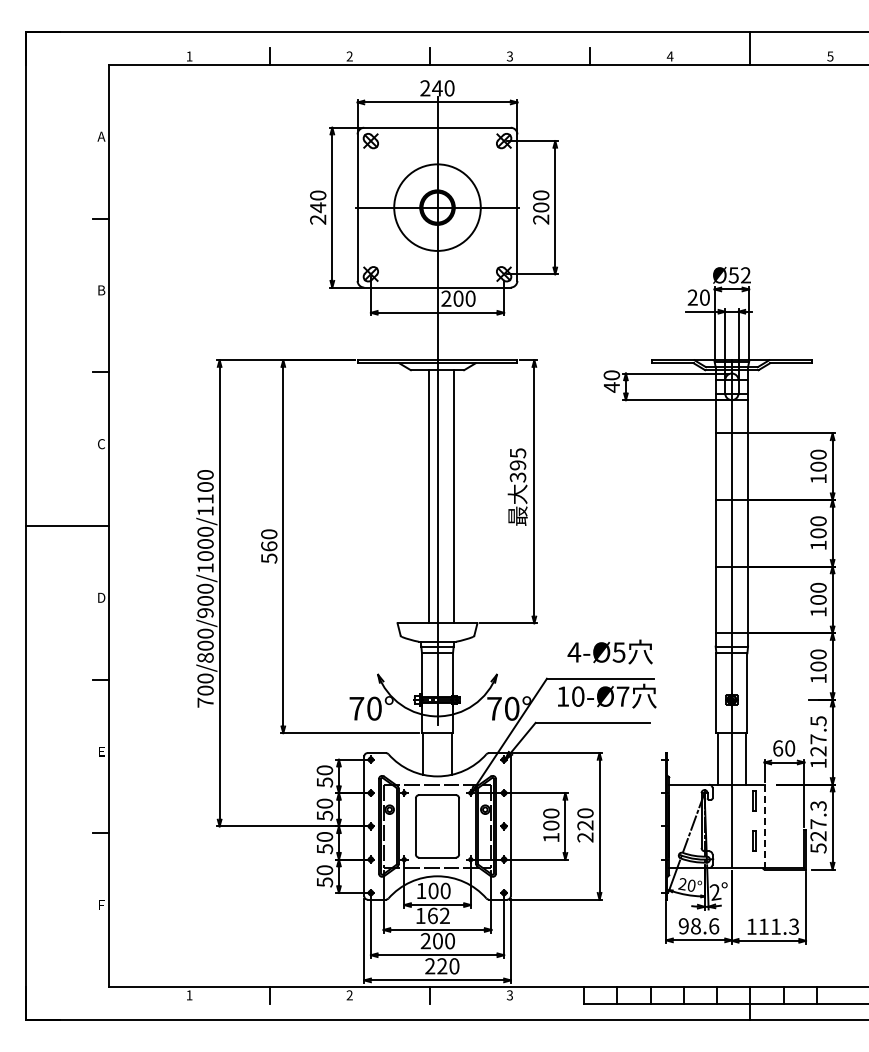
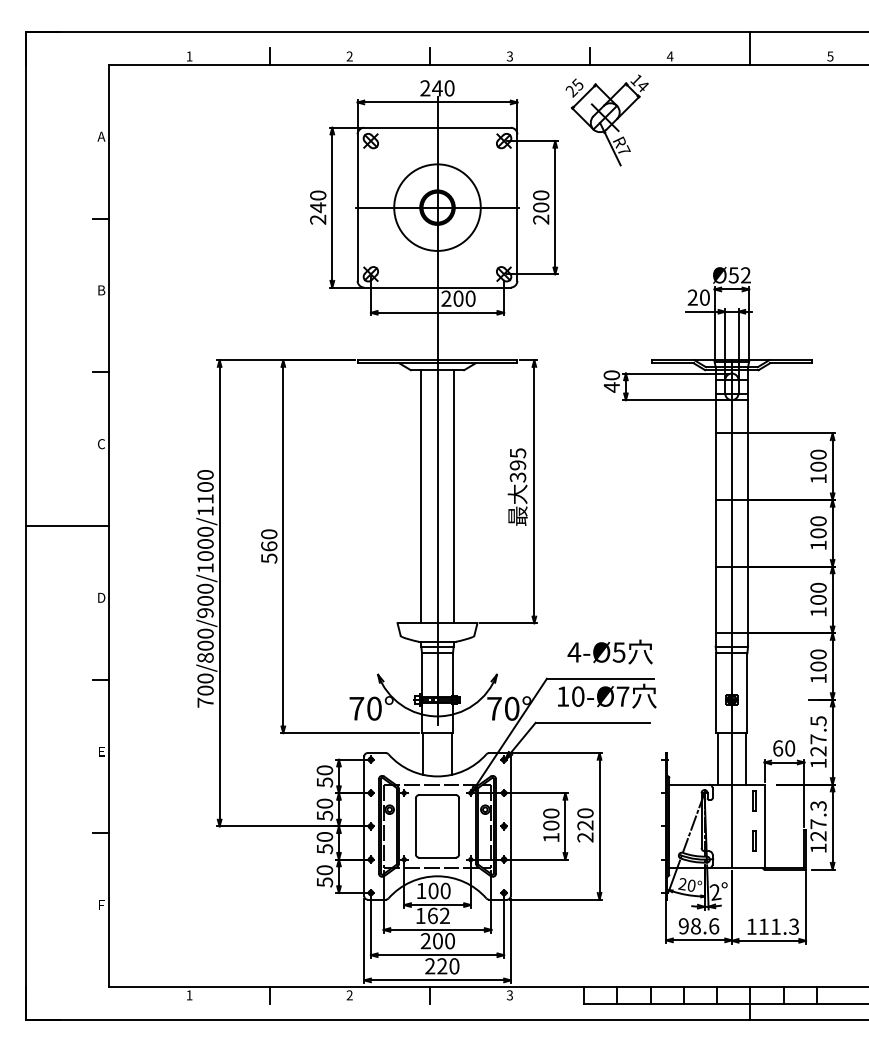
part at (606, 120): none -> present
line at (429, 496) position: (429, 496) -> (421, 496)
line at (764, 826): dashed -> solid
text at (818, 848): 527.3 -> 127.3
